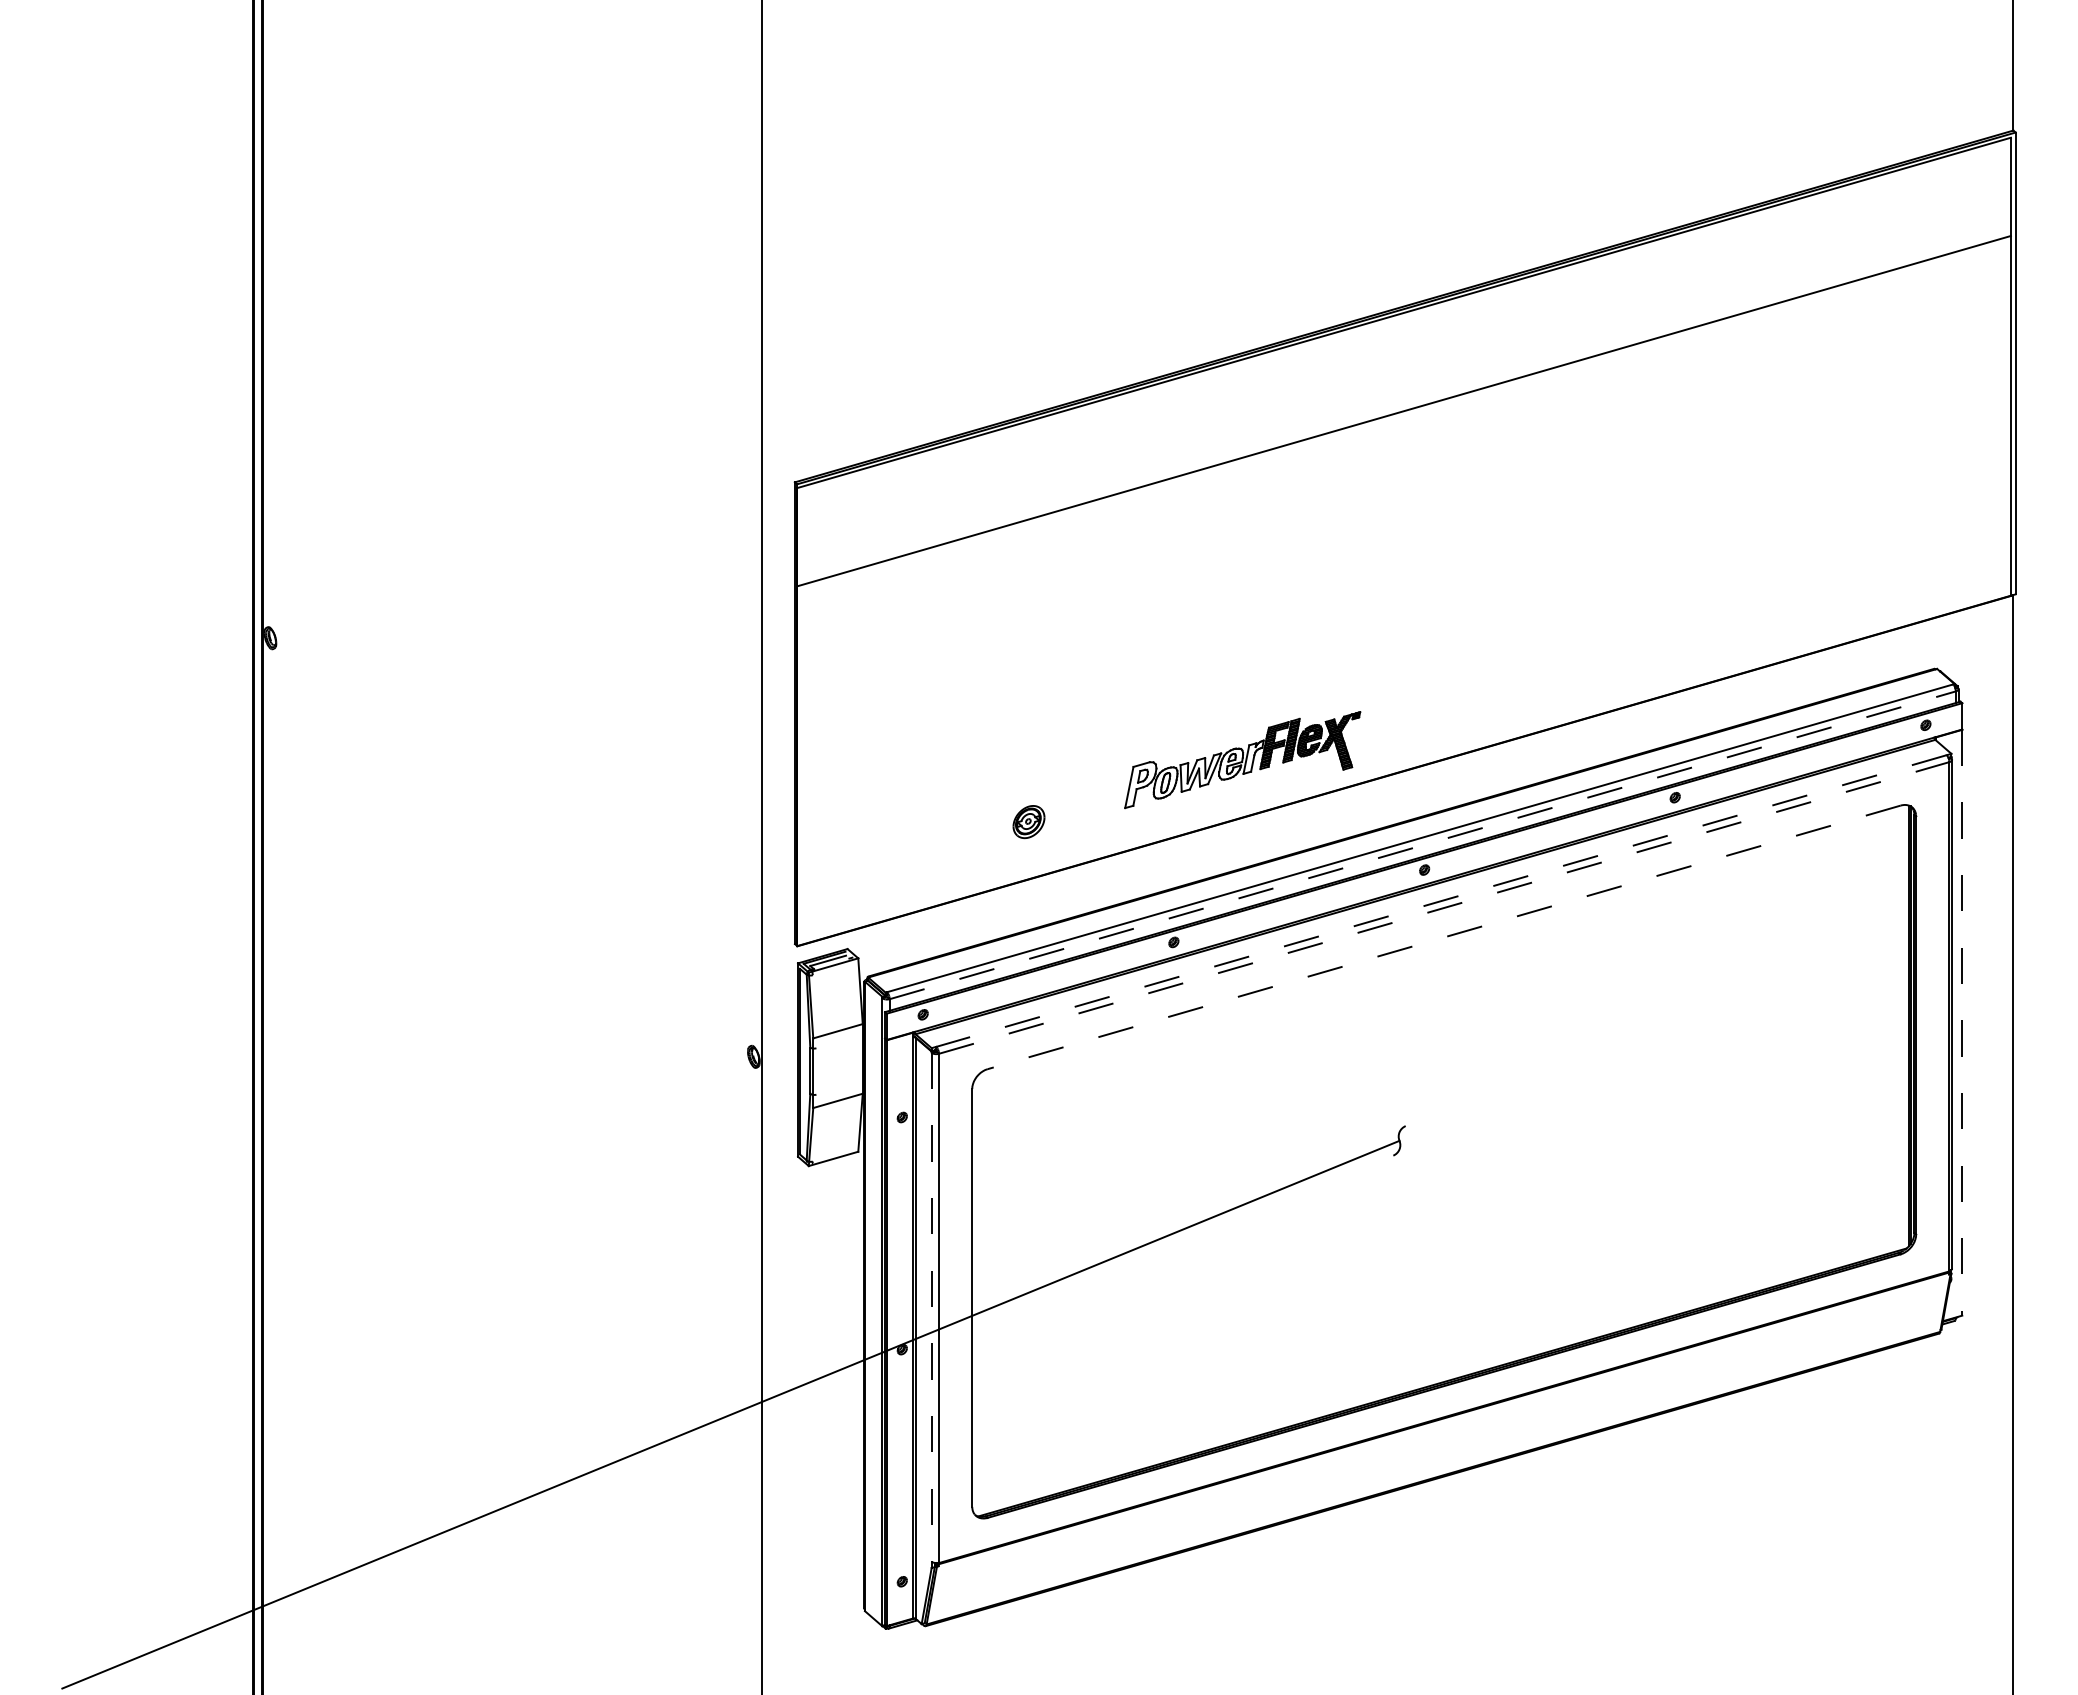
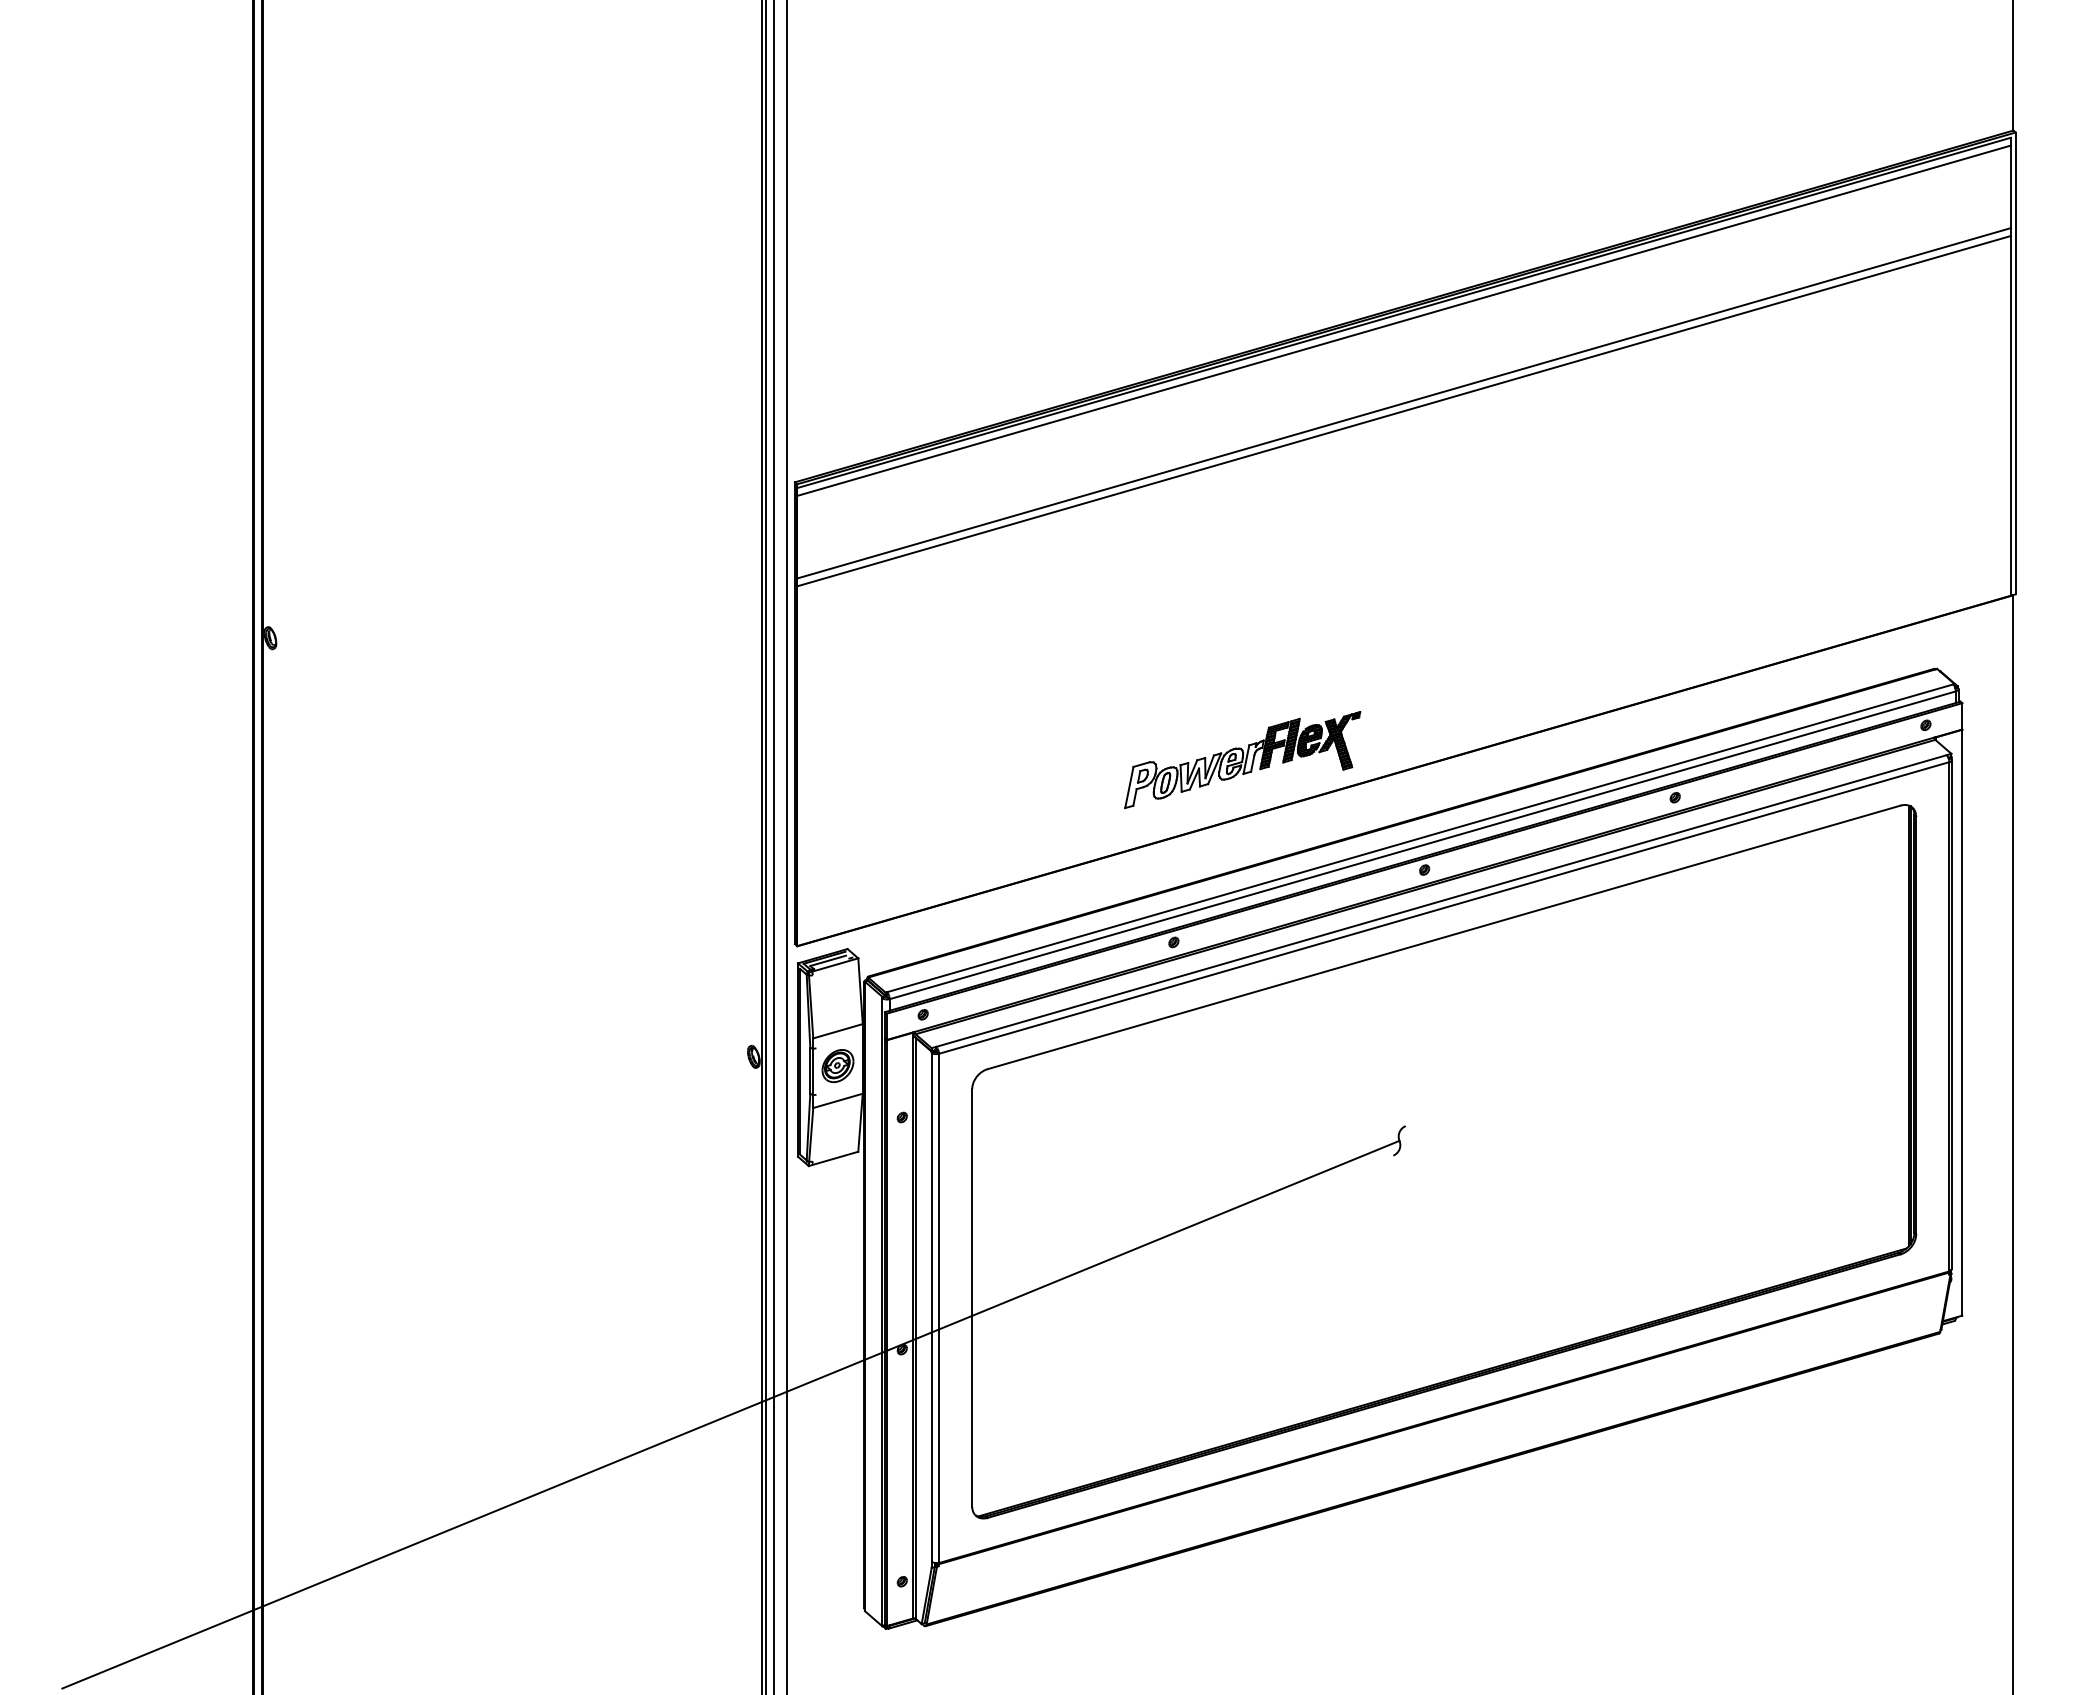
line at (1403, 320): none -> present
line at (1403, 403): none -> present
part at (1028, 822) position: (1028, 822) -> (837, 1066)
line at (1422, 845): dashed -> solid
line at (766, 846): none -> present
line at (773, 846): none -> present
line at (787, 846): none -> present
line at (1441, 901): dashed -> solid
line at (1444, 907): dashed -> solid
line at (1443, 937): dashed -> solid
line at (1962, 1022): dashed -> solid
line at (931, 1307): dashed -> solid
